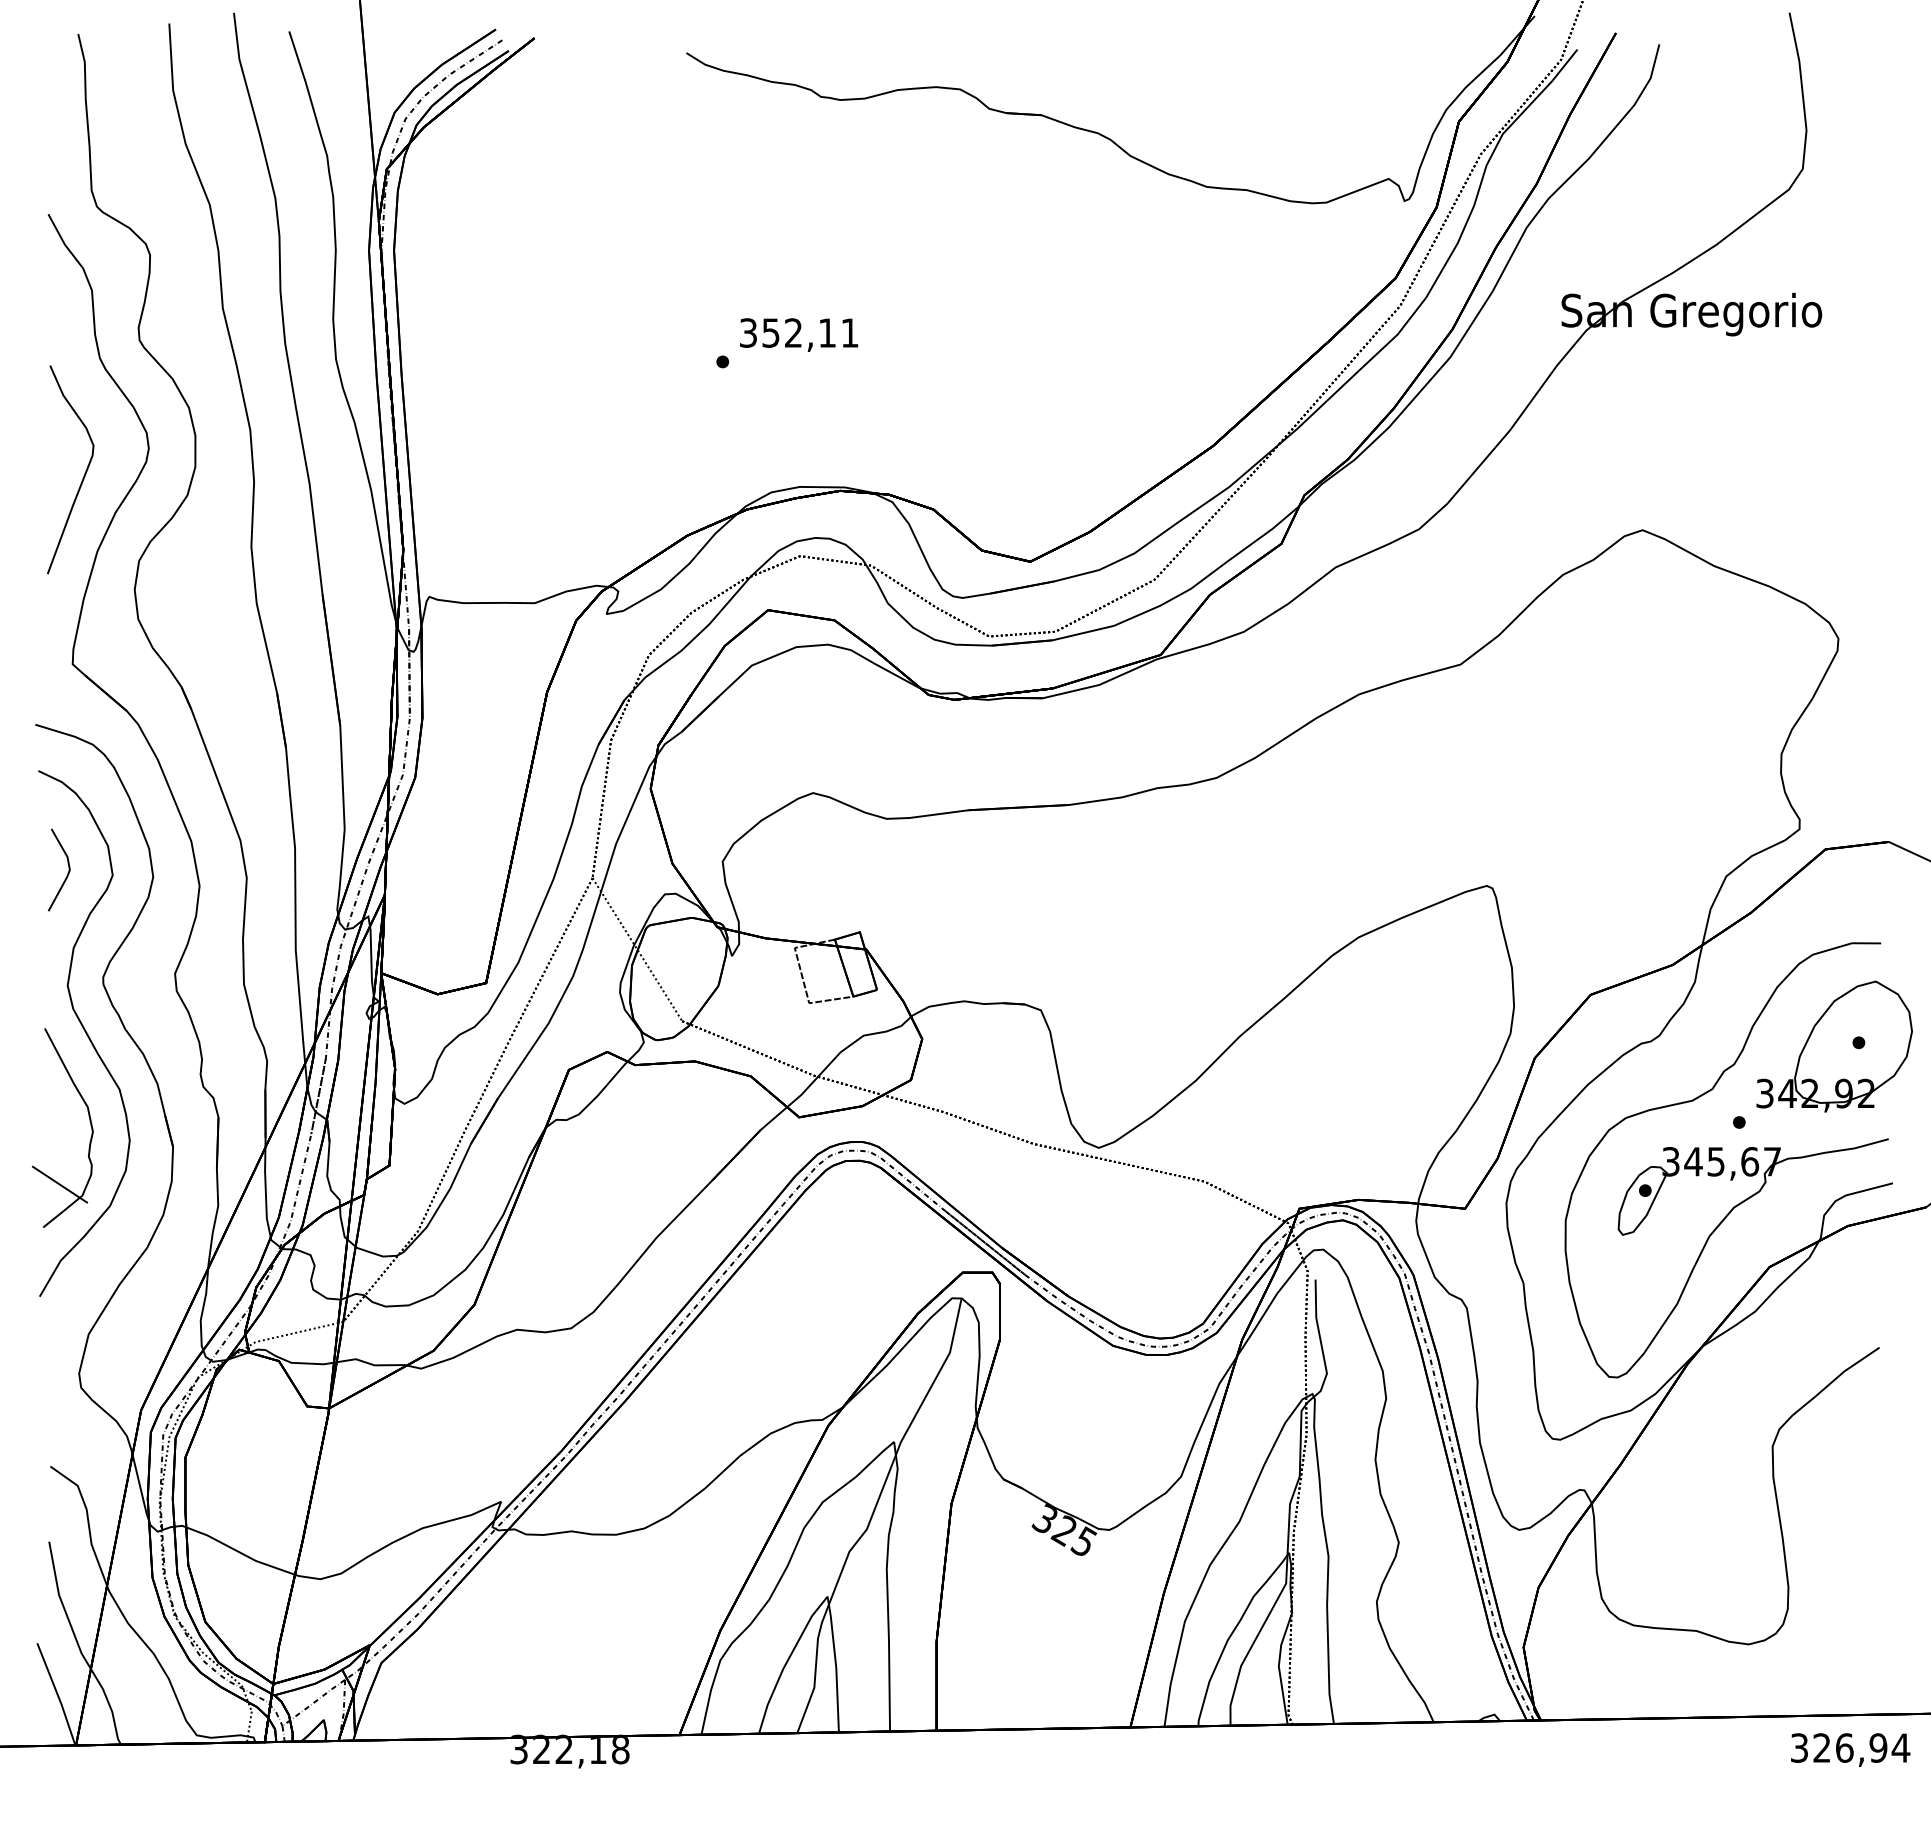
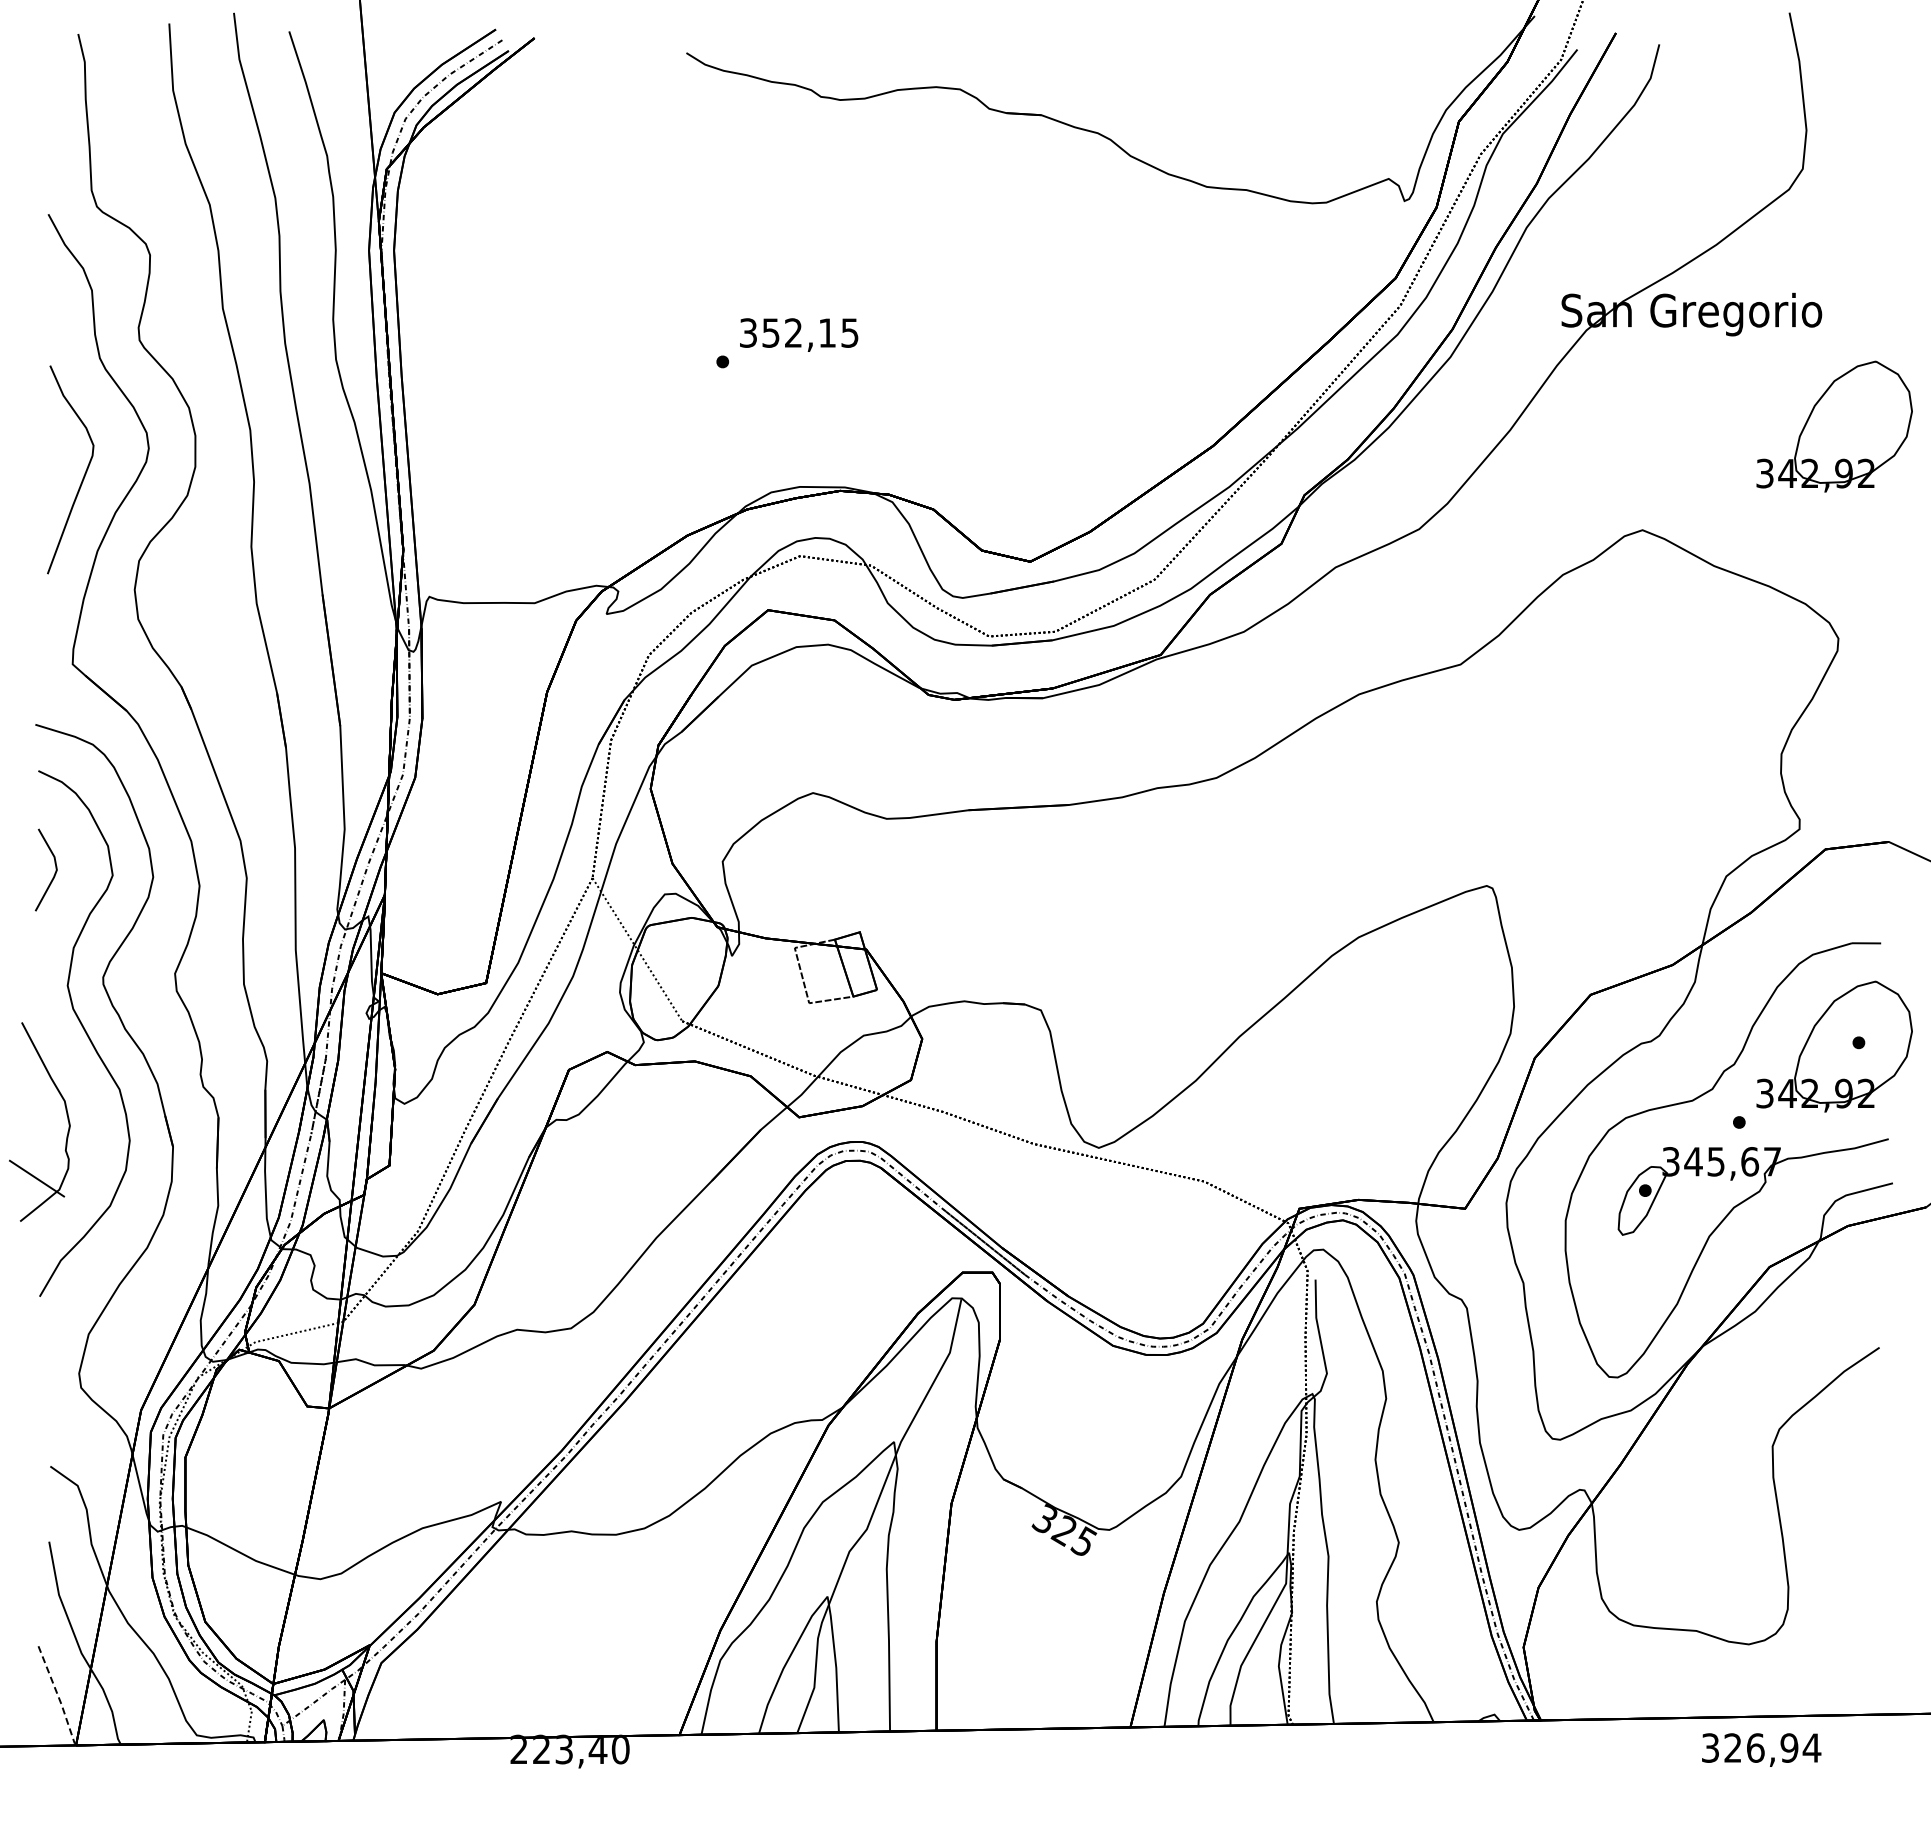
text at (849, 332): 352,11 -> 352,15
part at (1834, 426): none -> present
line at (67, 873) position: (67, 873) -> (54, 873)
part at (89, 1121) position: (89, 1121) -> (66, 1115)
line at (57, 1695): solid -> dashed
text at (569, 1749): 322,18 -> 223,40
text at (1850, 1749) position: (1850, 1749) -> (1761, 1749)
